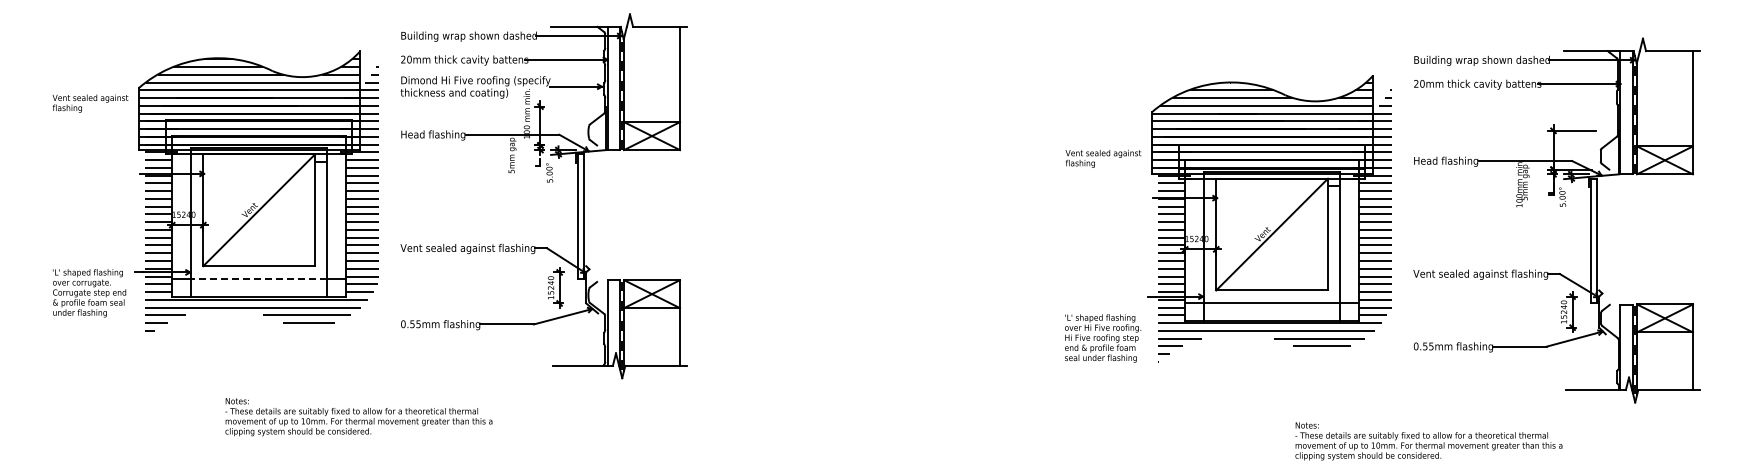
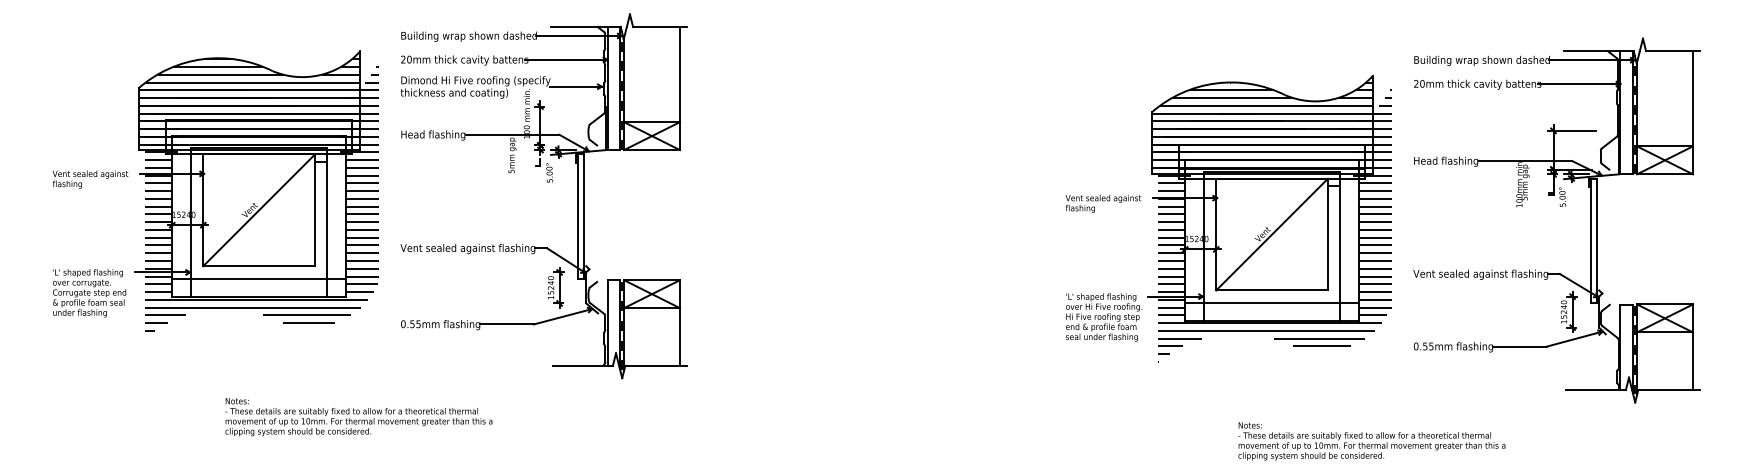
text at (90, 103) position: (90, 103) -> (90, 179)
text at (1103, 158) position: (1103, 158) -> (1103, 203)
line at (258, 278): dashed -> solid
text at (1103, 338) position: (1103, 338) -> (1104, 317)
text at (1428, 441) position: (1428, 441) -> (1371, 441)
